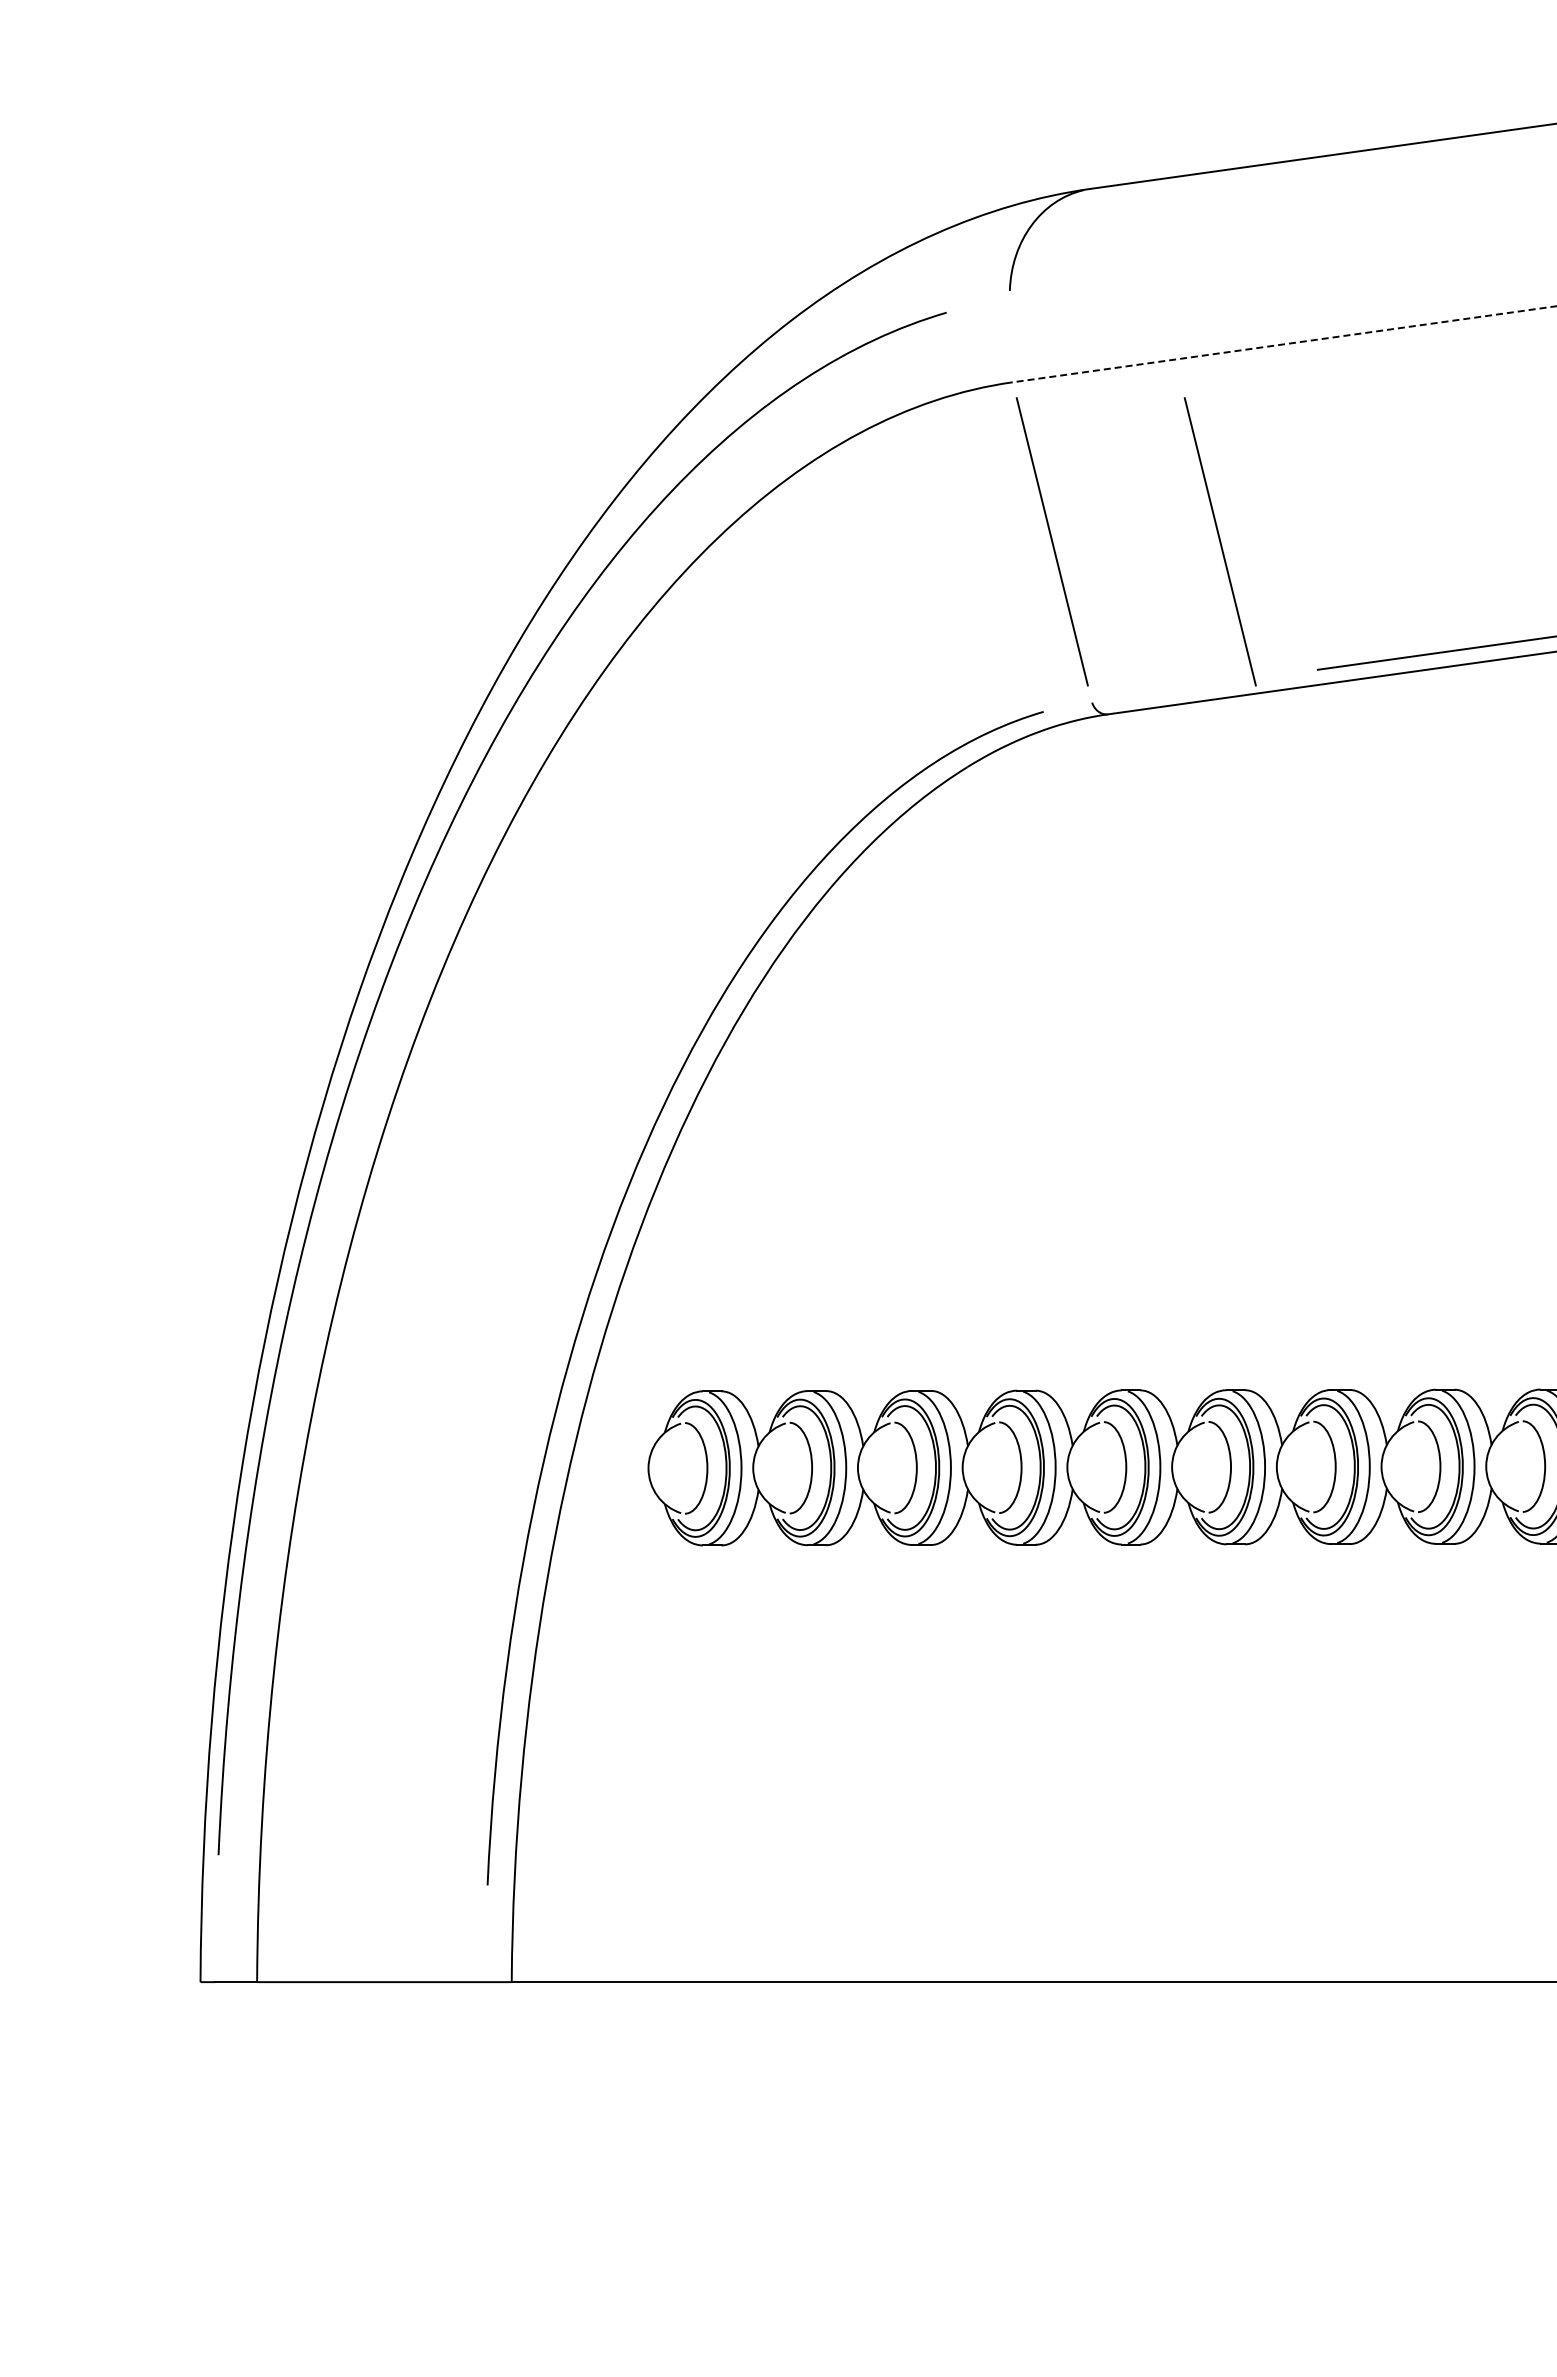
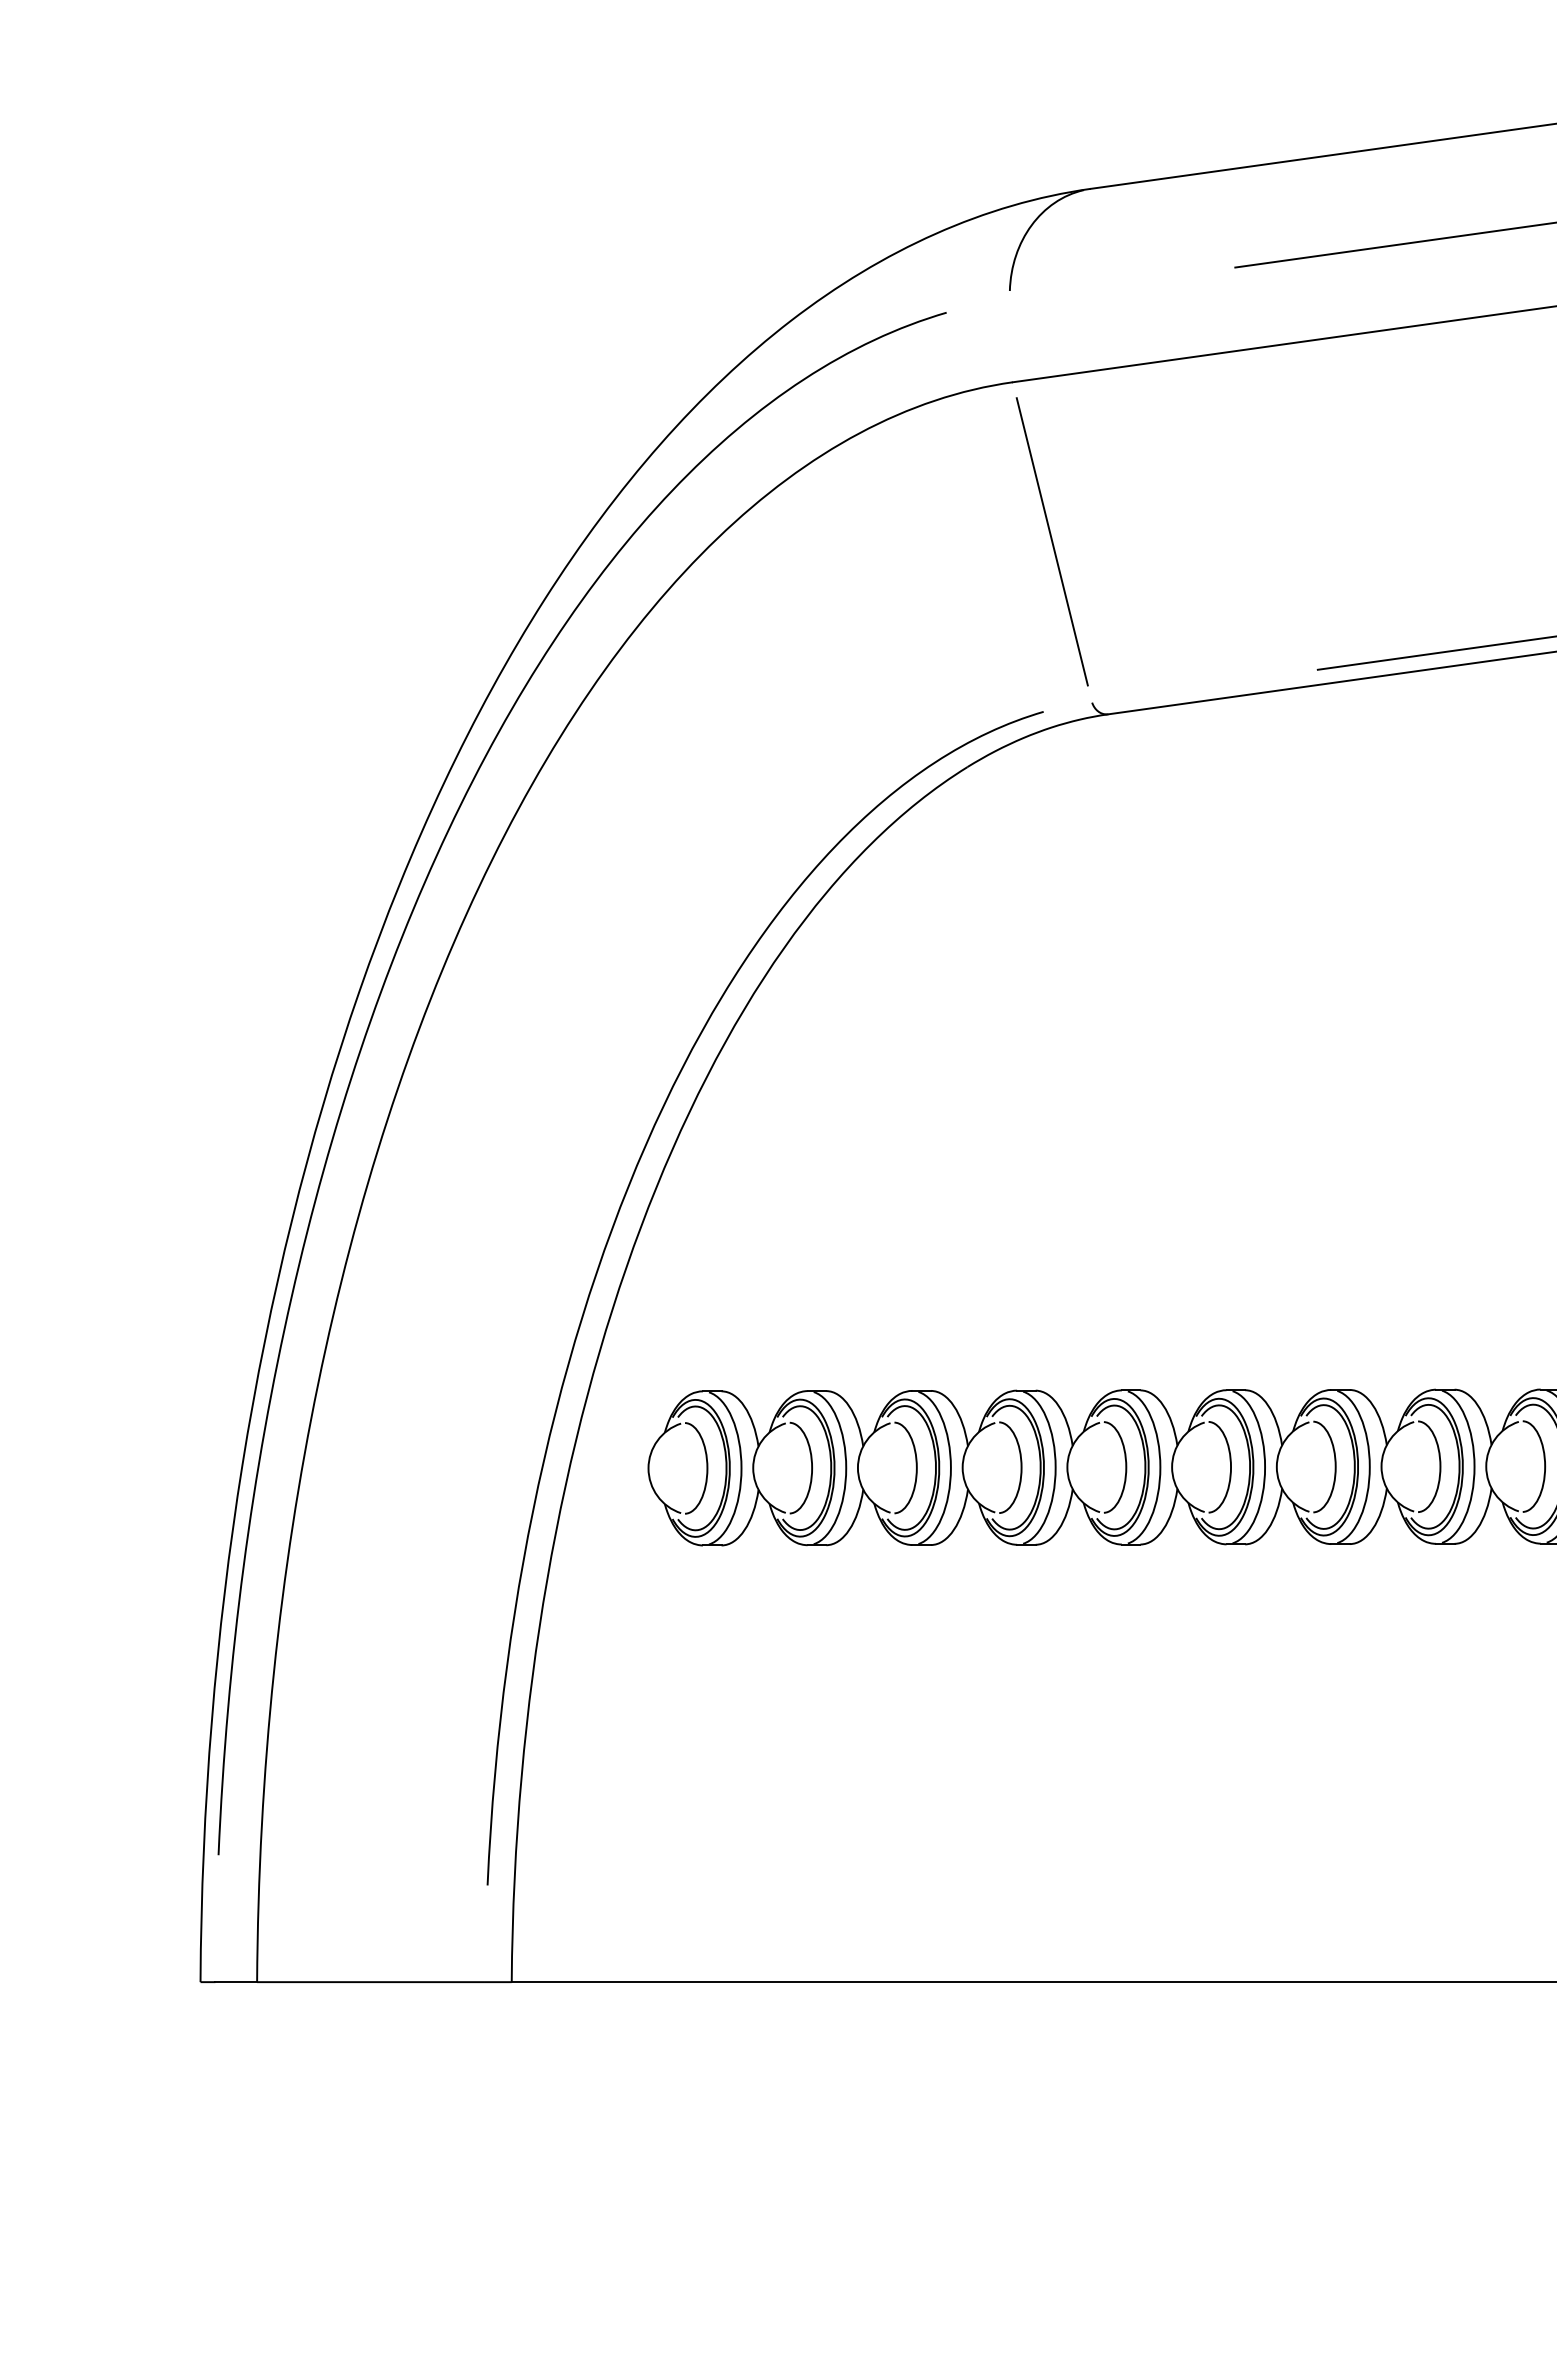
line at (1394, 245): none -> present
line at (1284, 344): dashed -> solid
line at (1219, 541): present -> none
